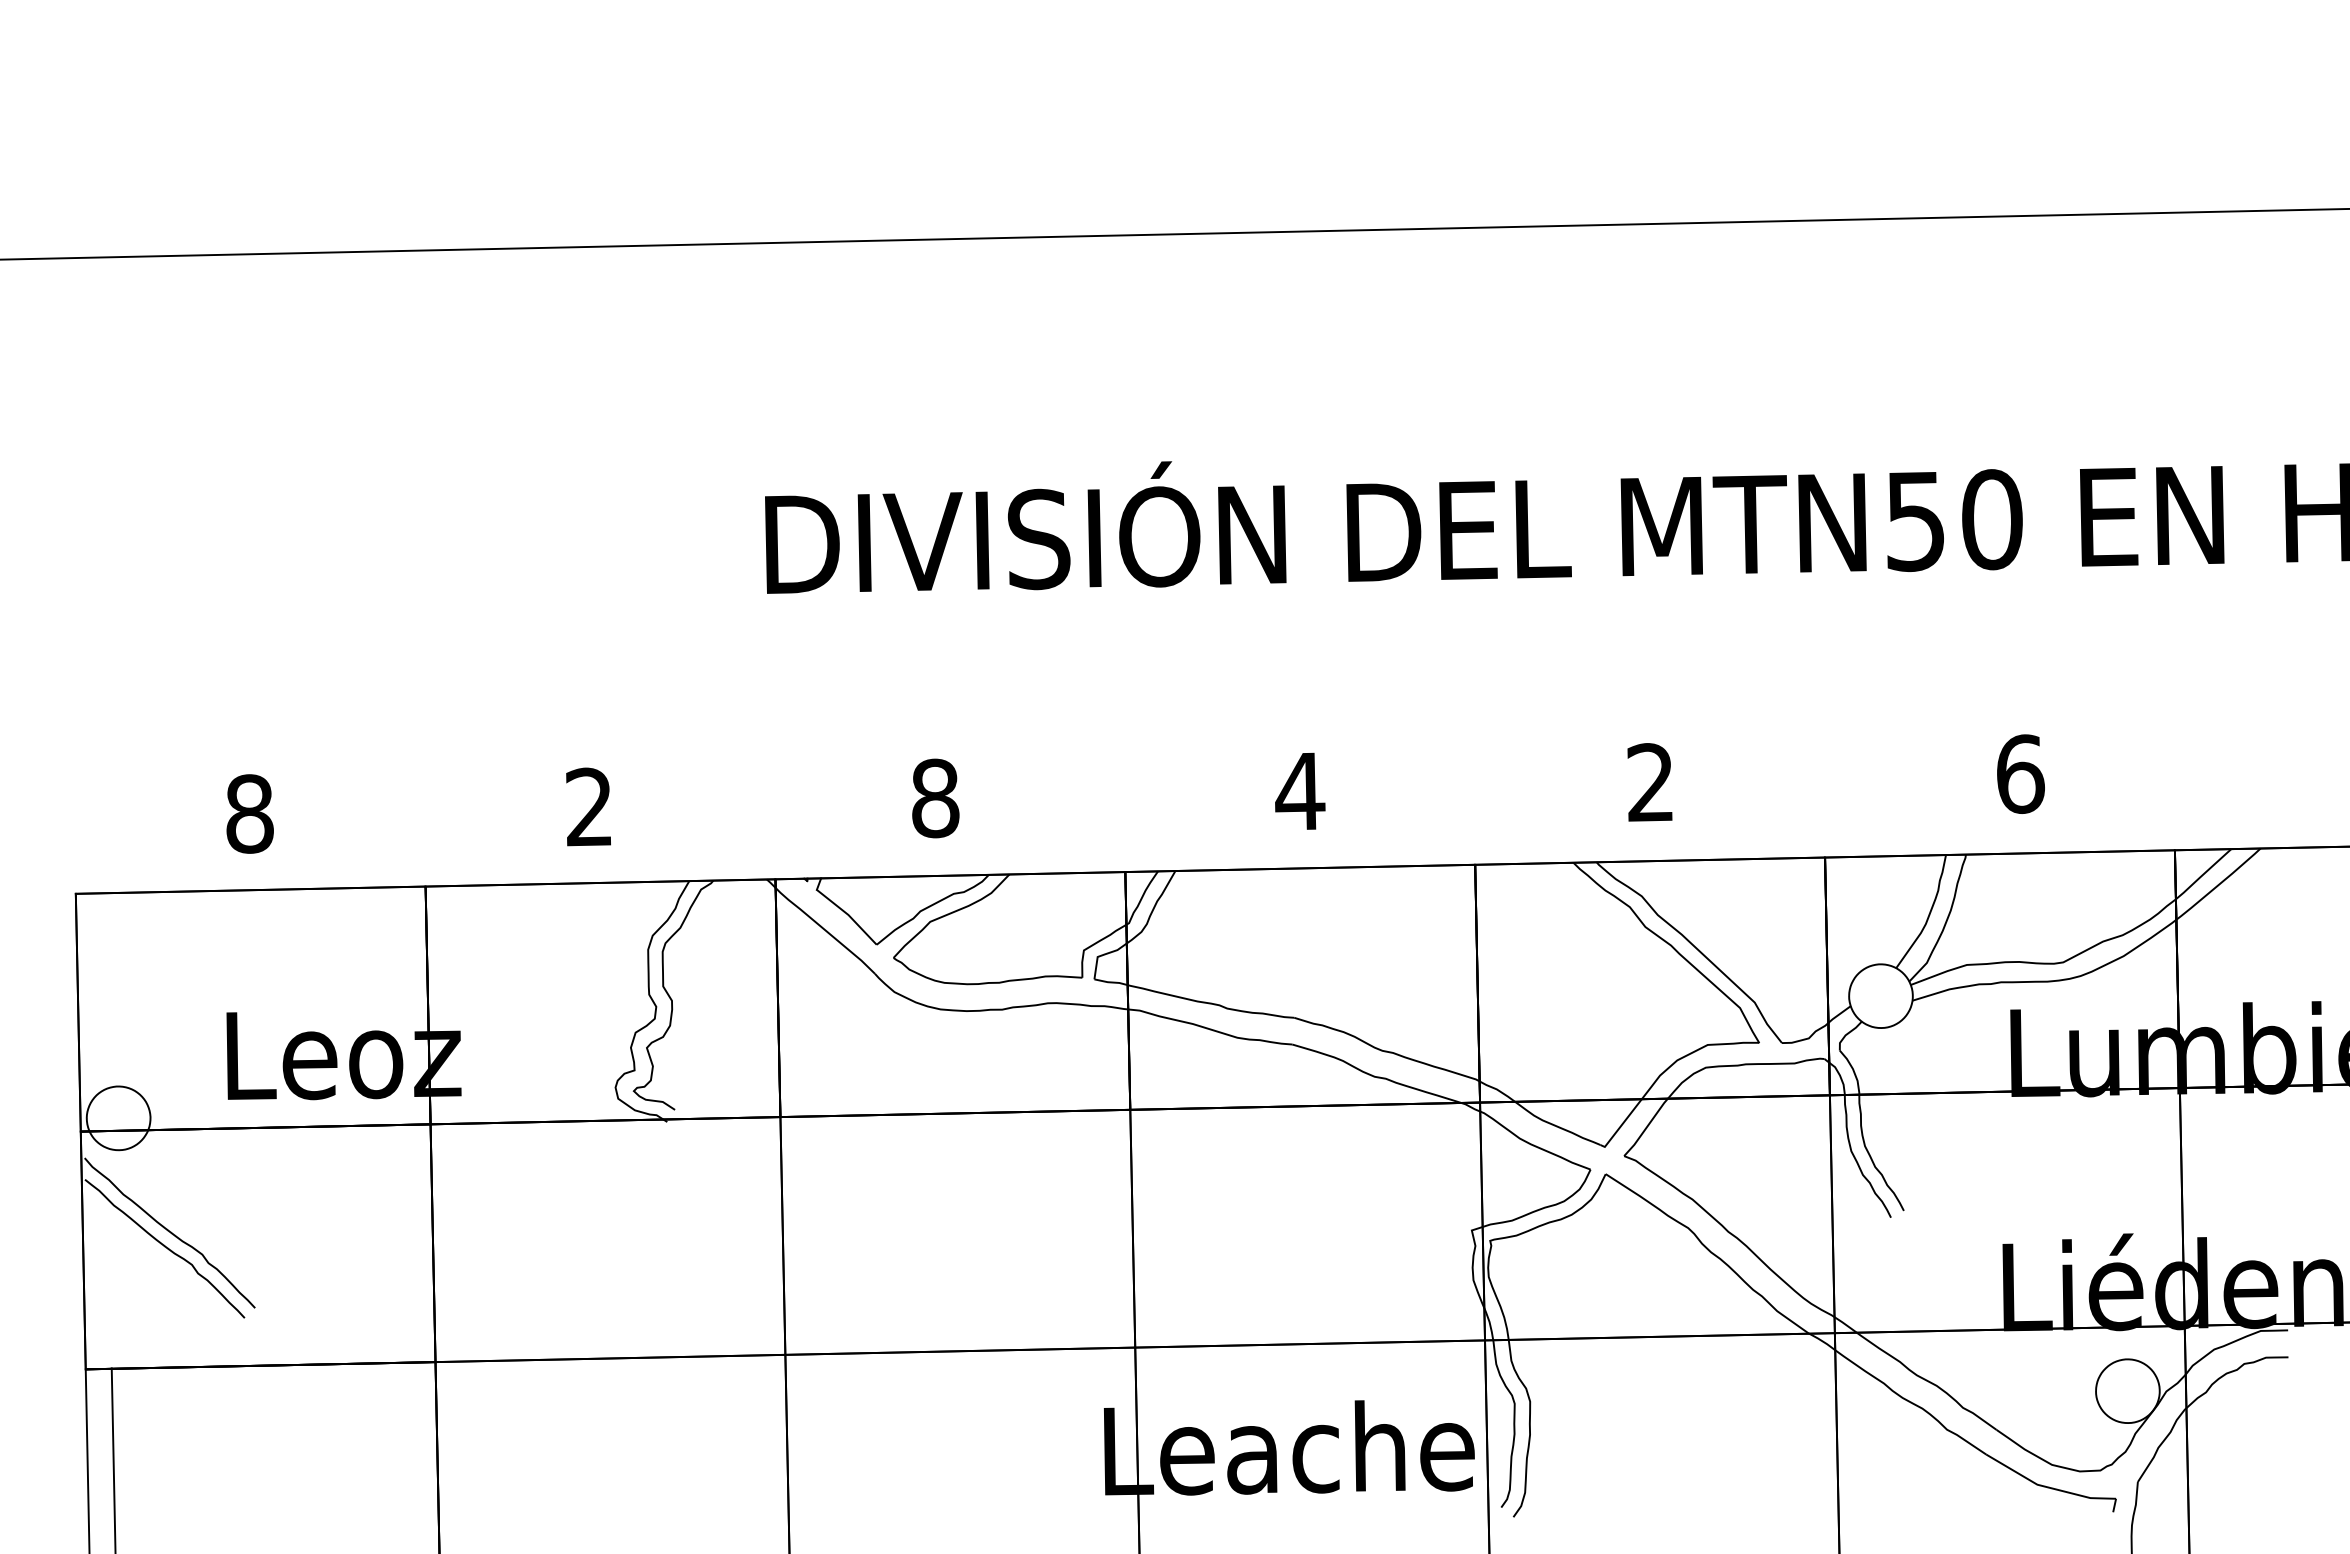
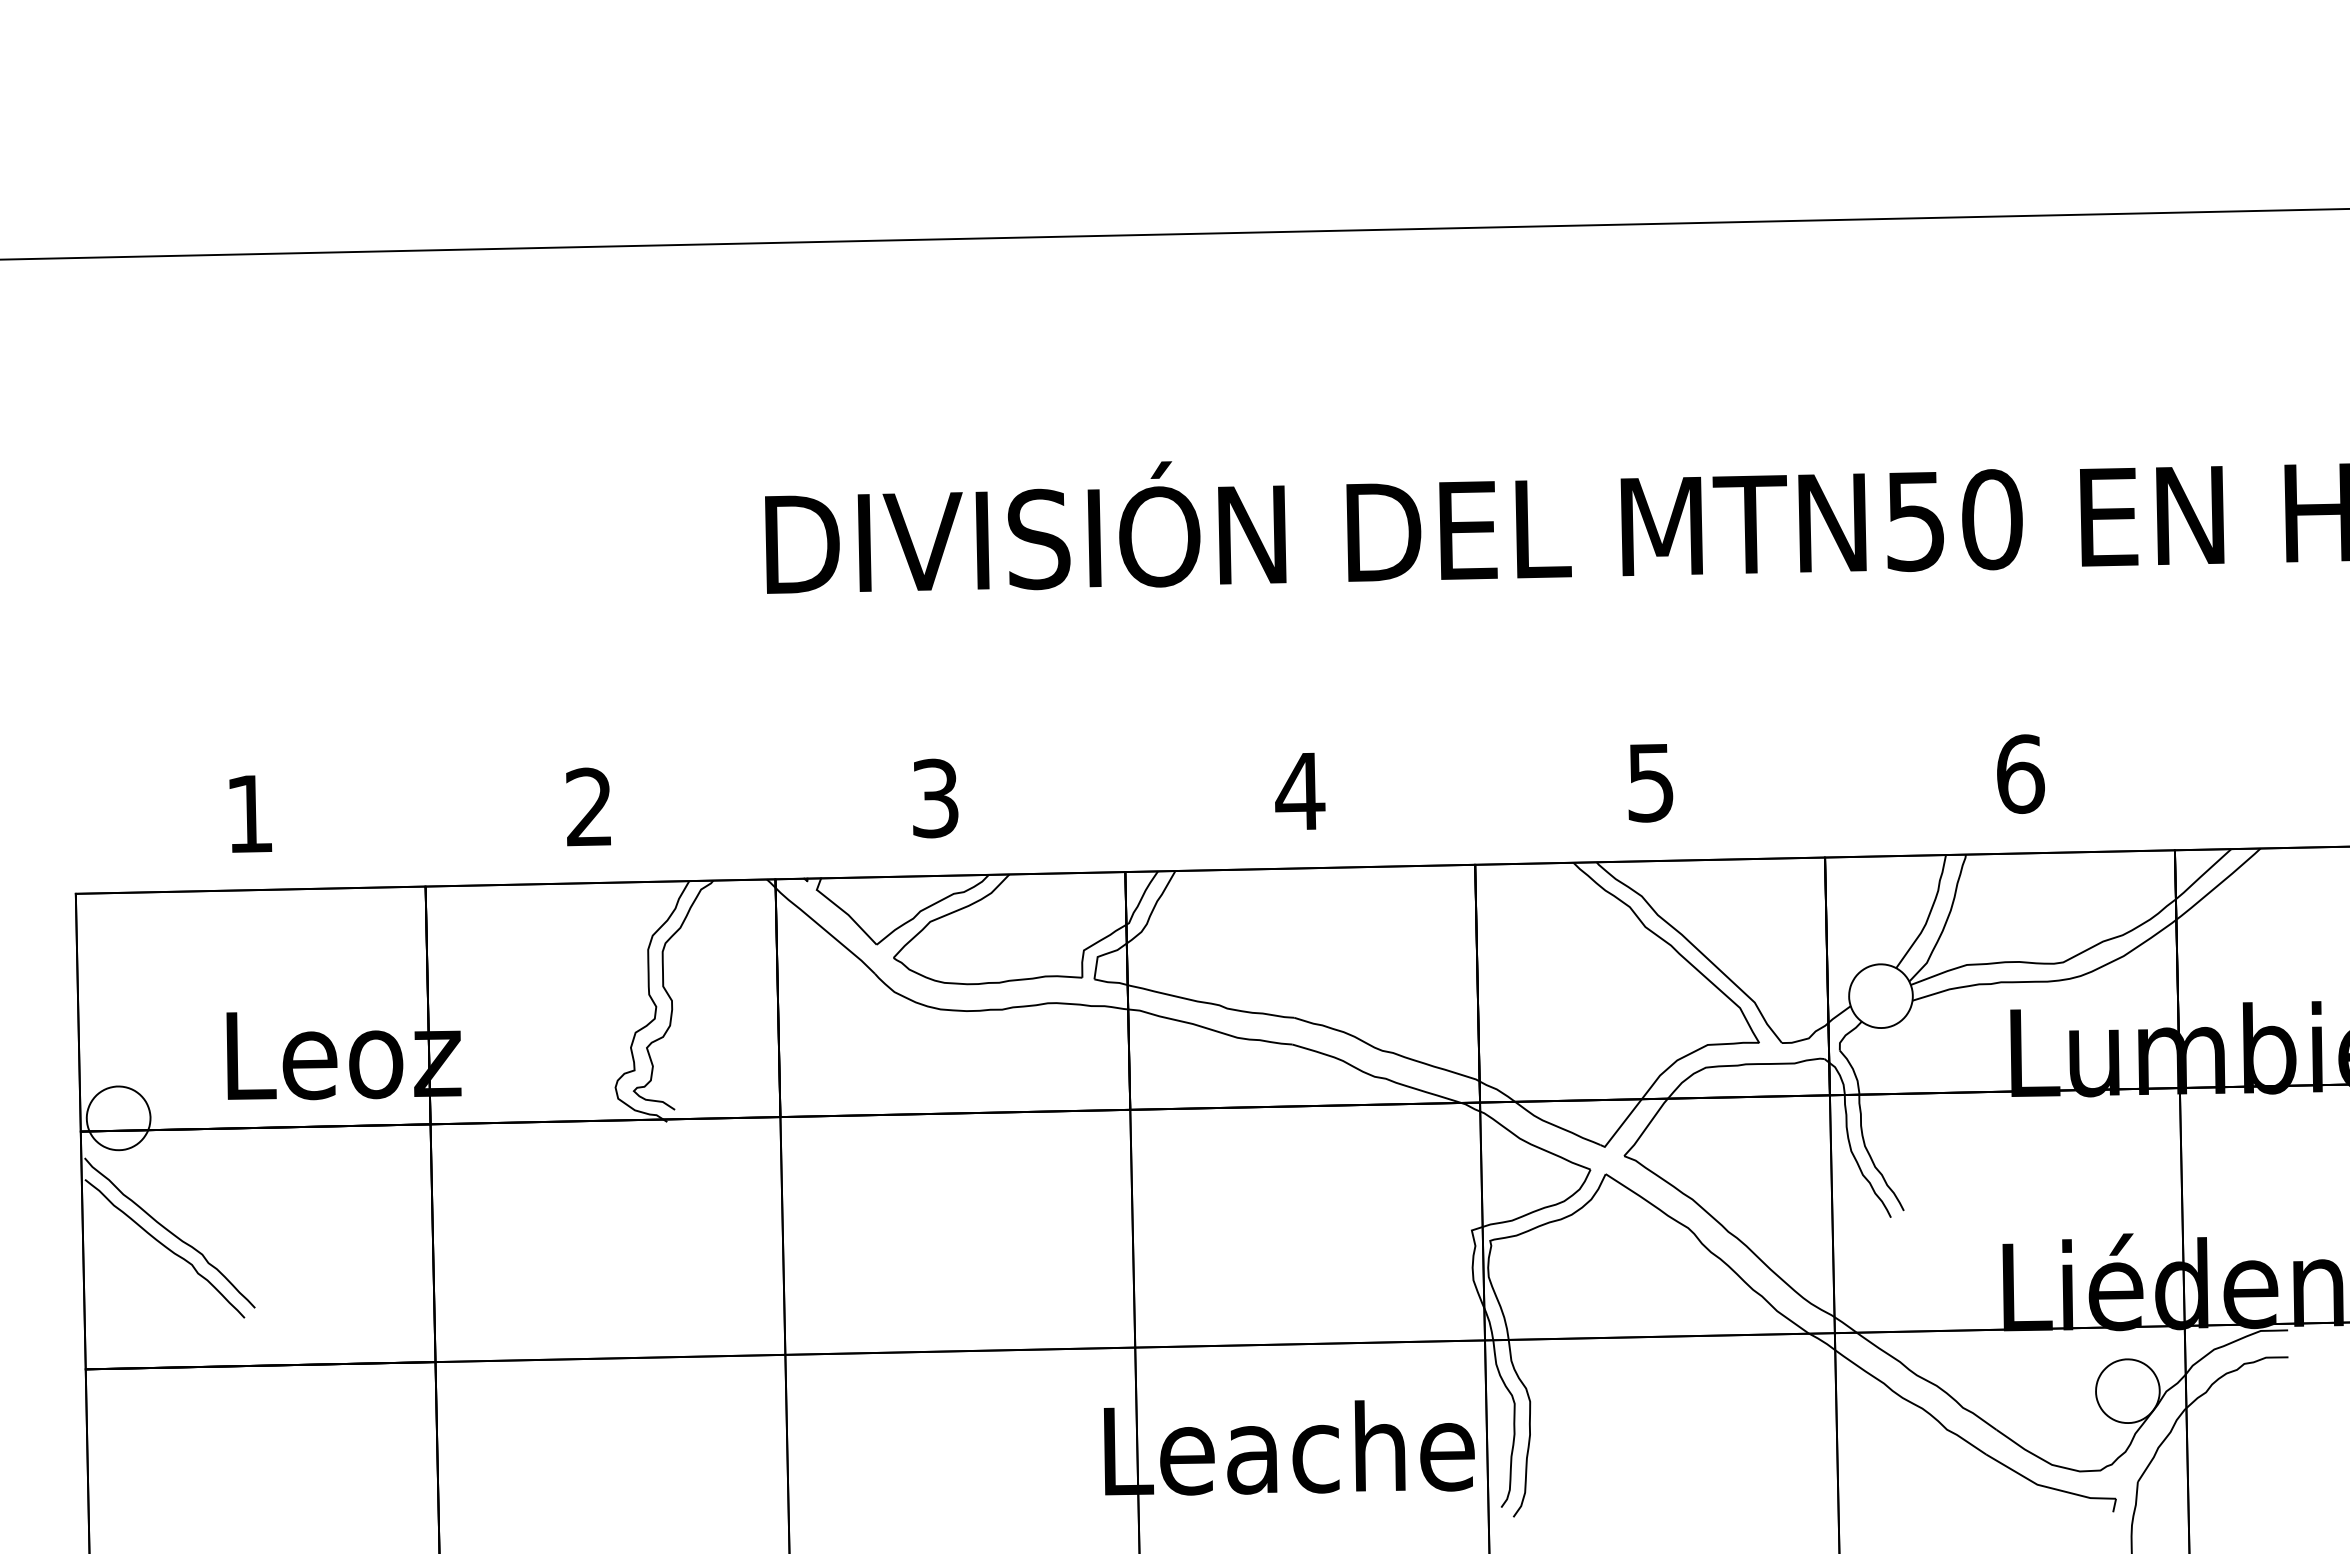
text at (1650, 782): 2 -> 5
text at (935, 798): 8 -> 3
text at (249, 813): 8 -> 1
line at (113, 1459) position: (113, 1459) -> (87, 1459)
